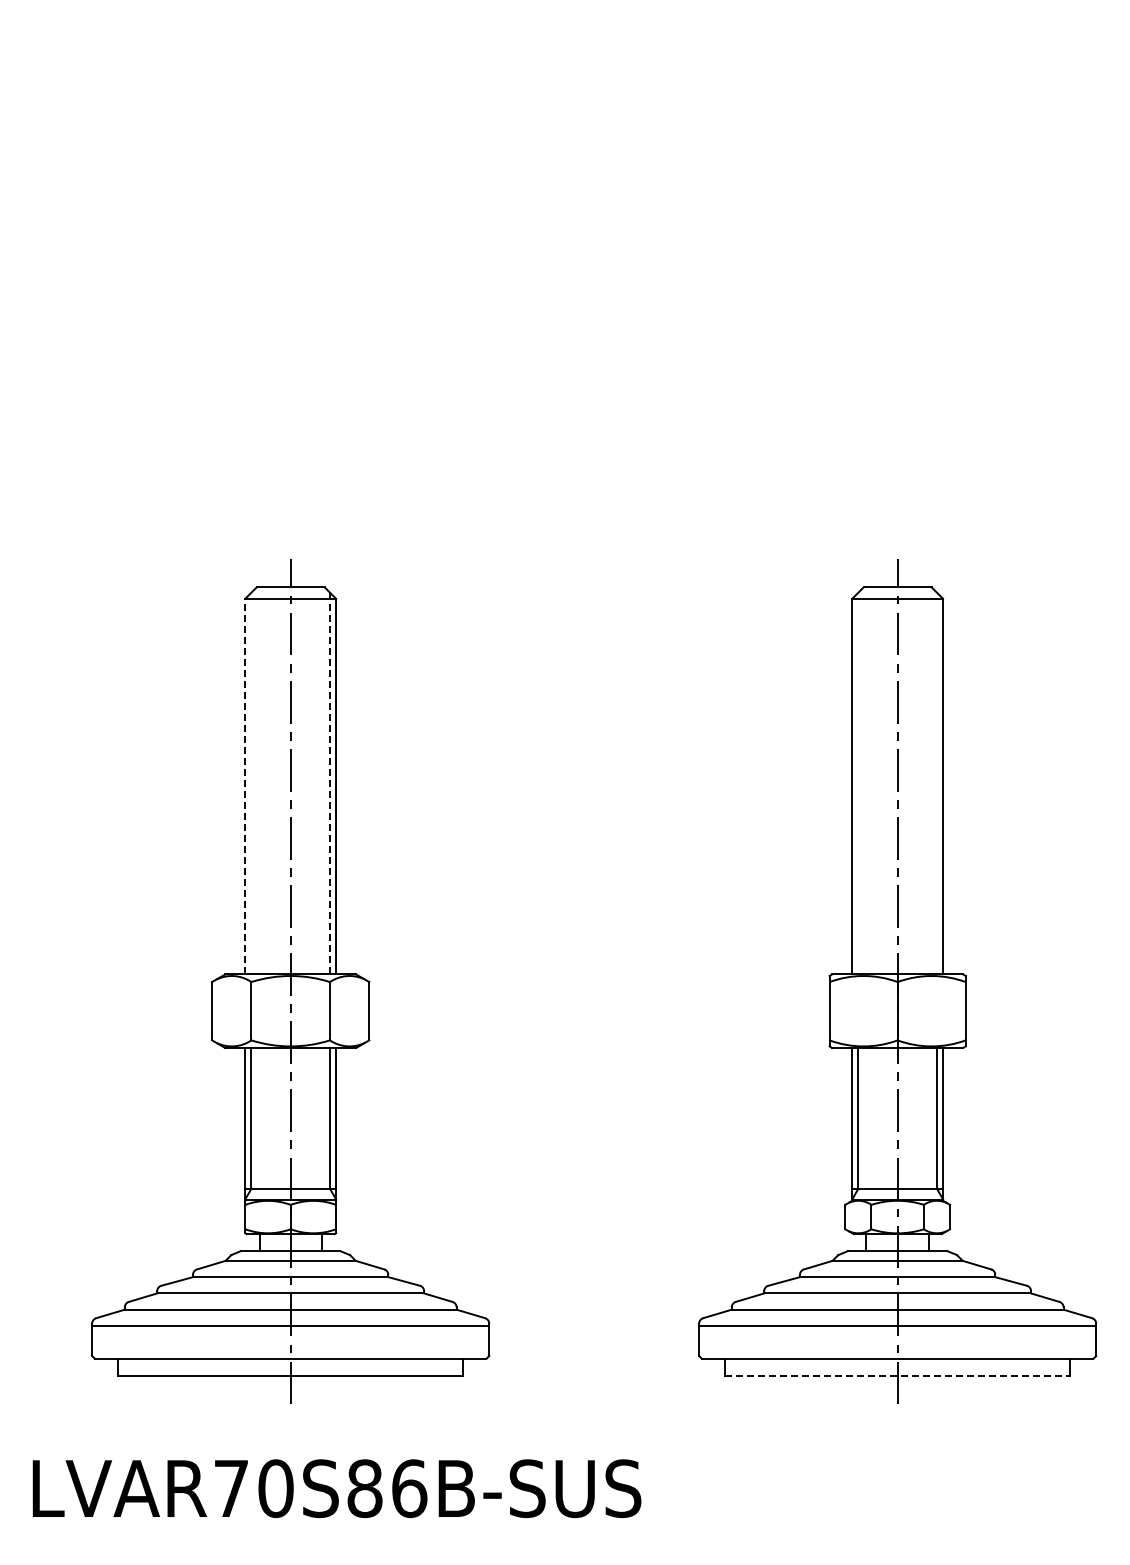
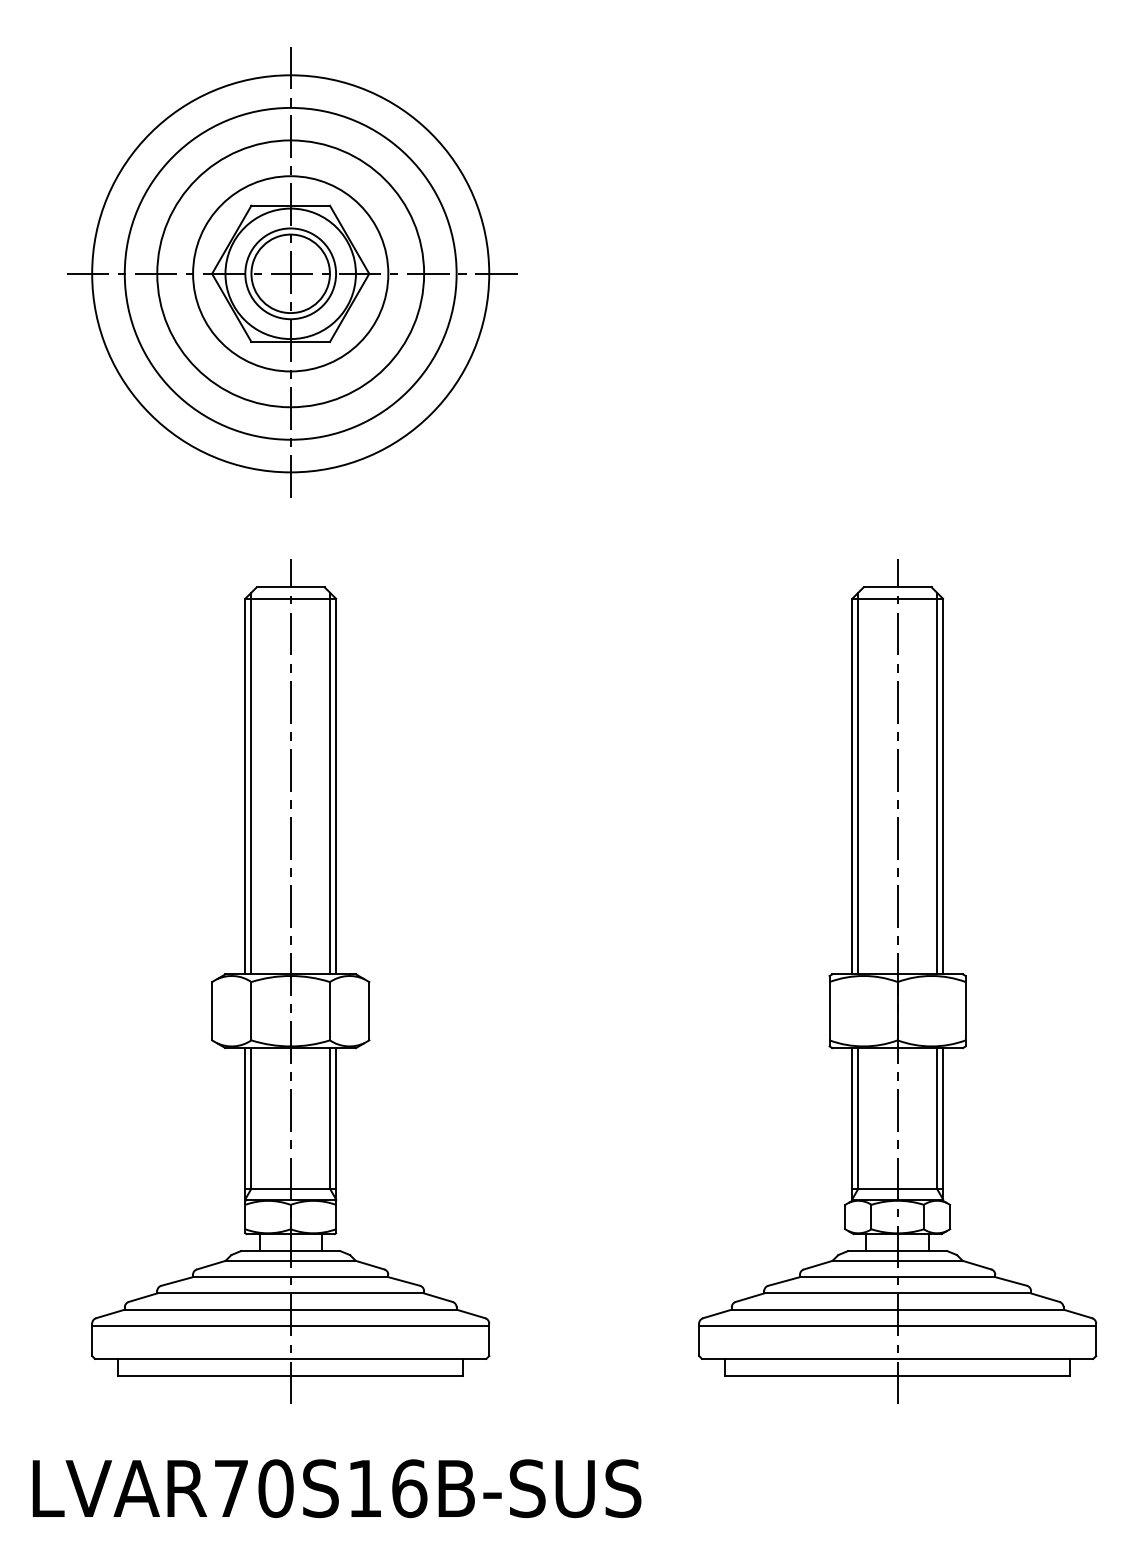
part at (292, 272): none -> present
line at (251, 783): none -> present
line at (329, 783): dashed -> solid
line at (858, 783): none -> present
line at (936, 783): none -> present
line at (245, 786): dashed -> solid
line at (897, 1375): dashed -> solid
text at (364, 1488): LVAR70S86B-SUS -> LVAR70S16B-SUS
